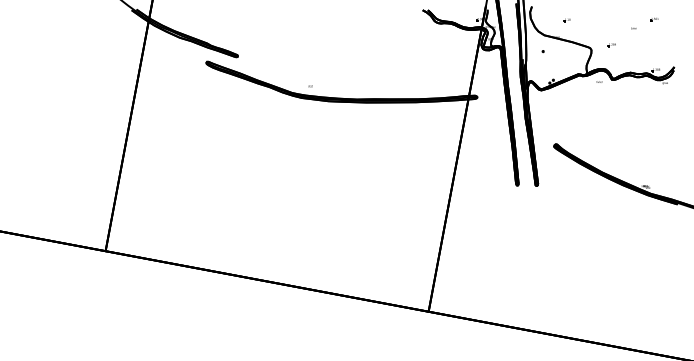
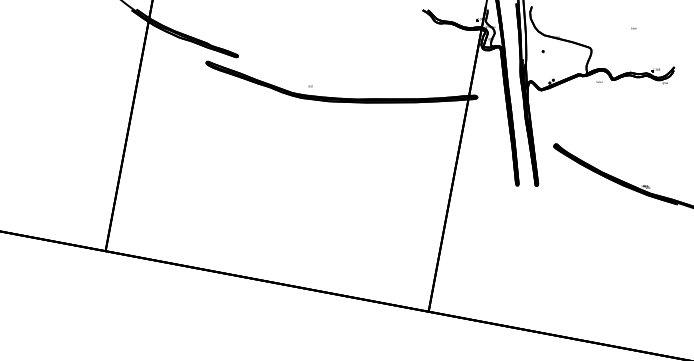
part at (654, 19): present -> none
part at (566, 20): present -> none
part at (611, 45): present -> none
